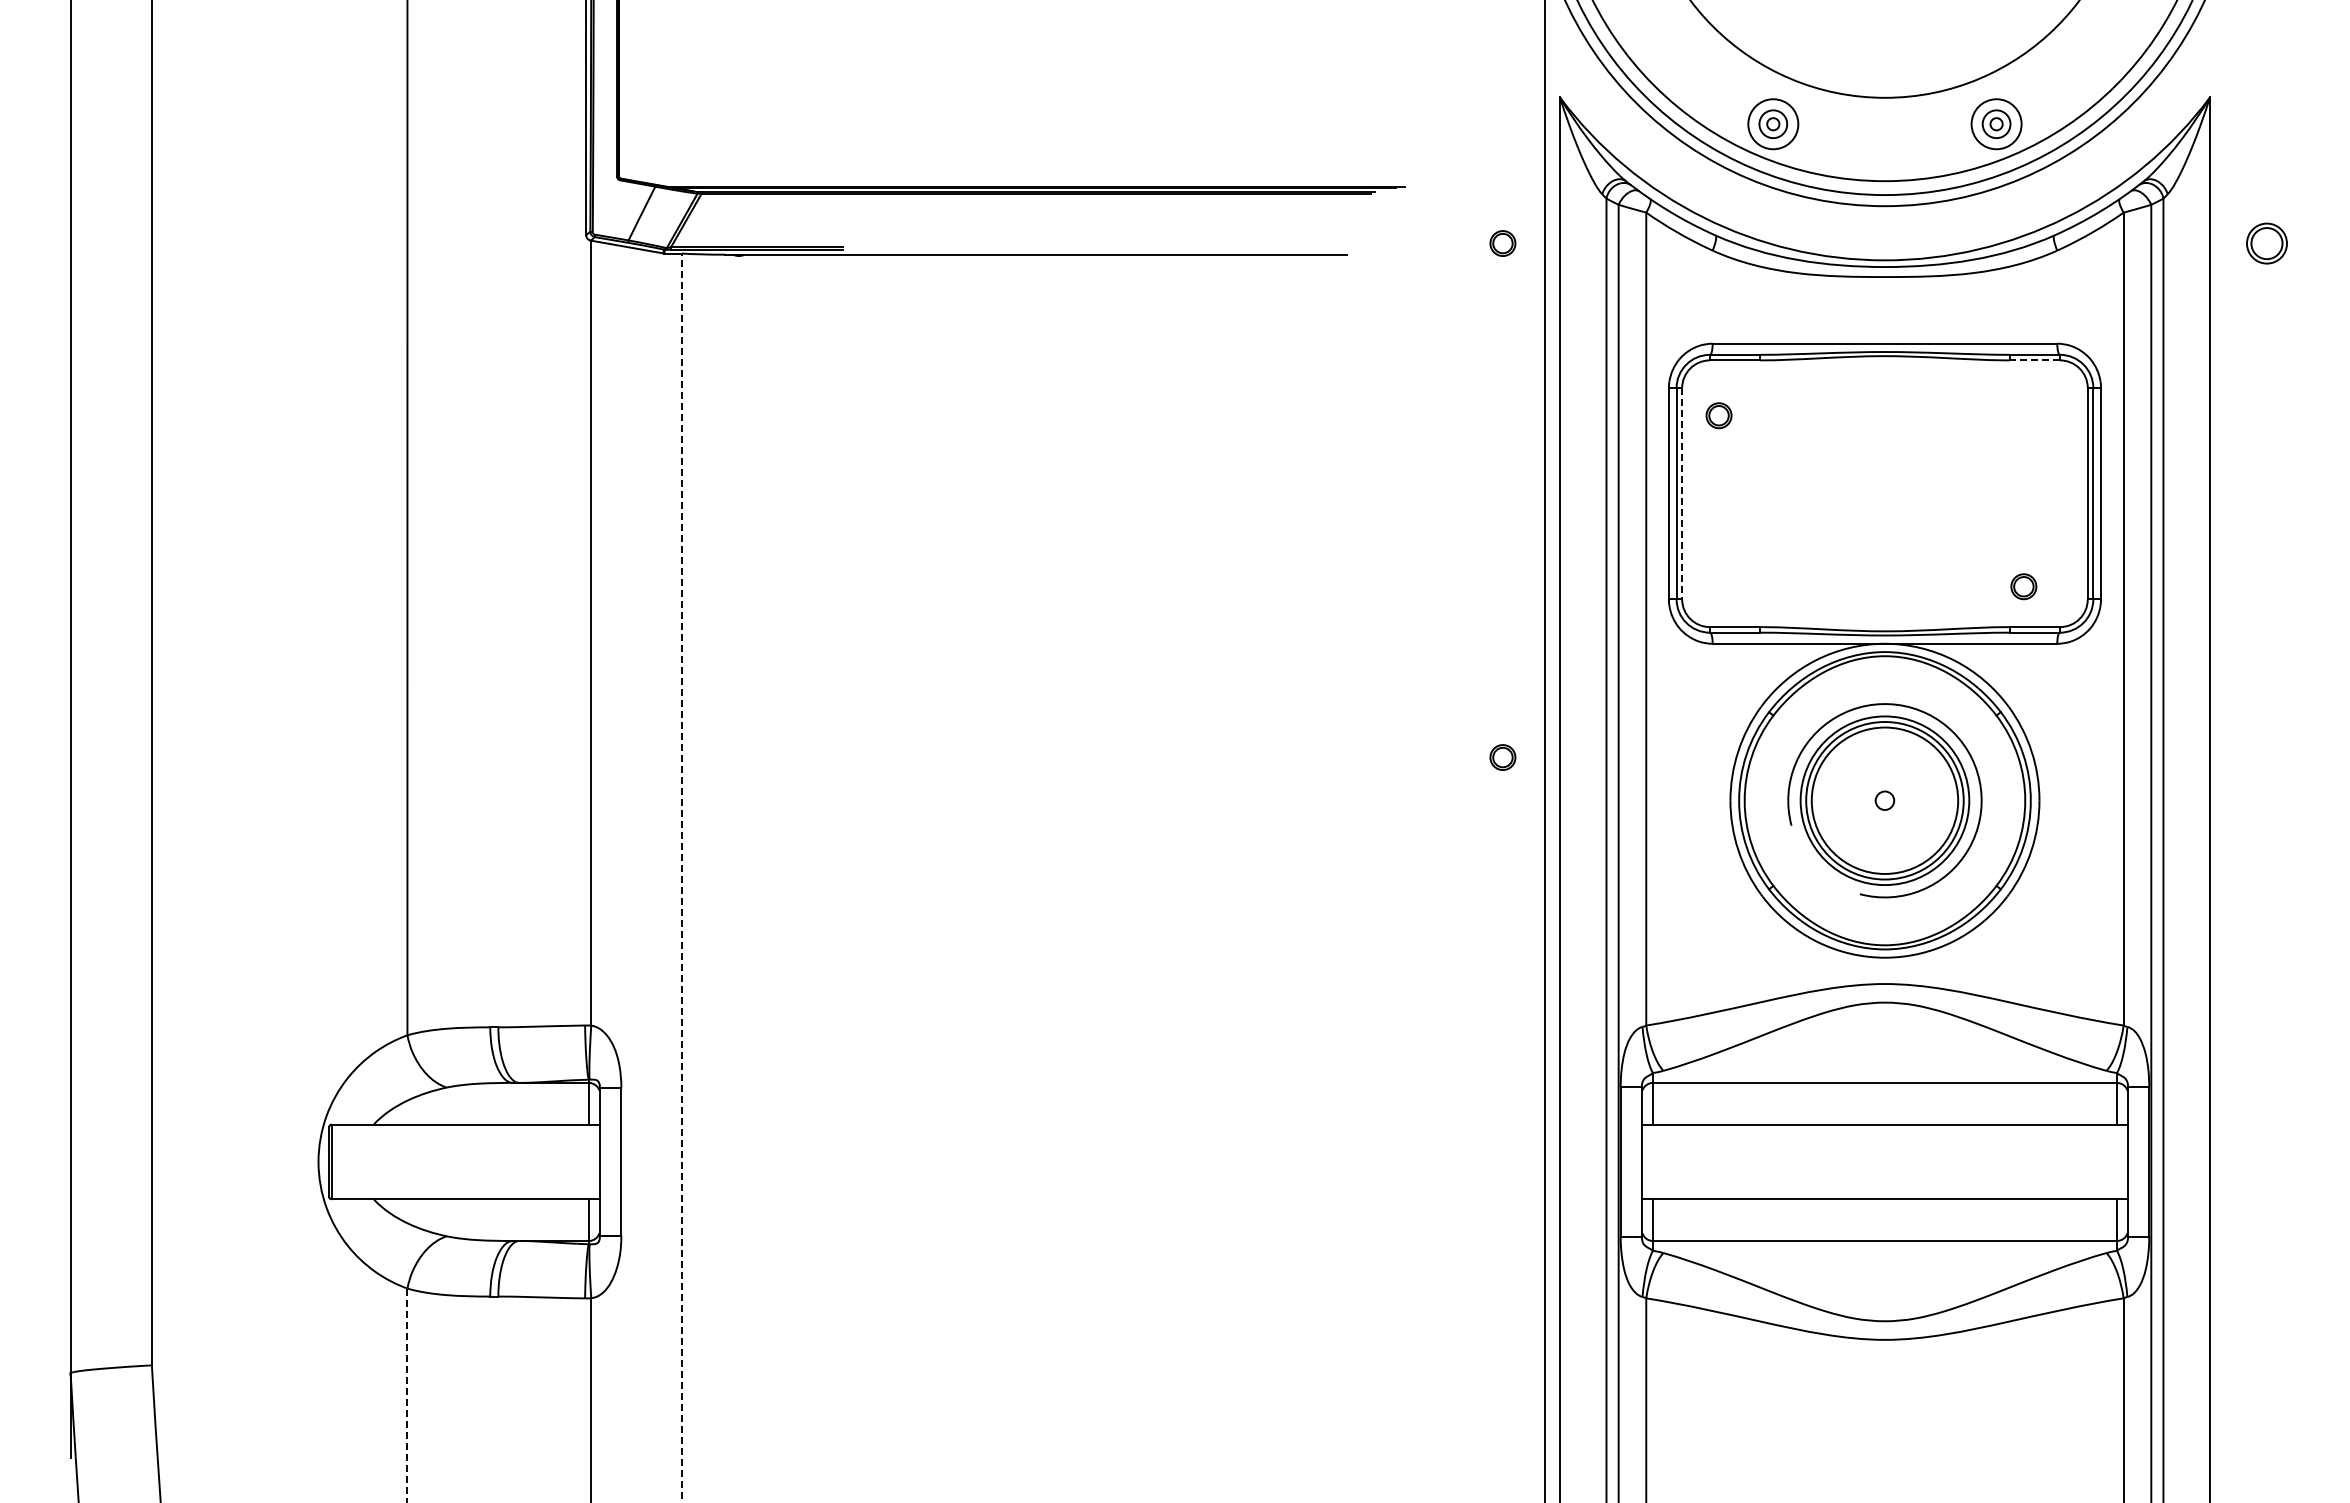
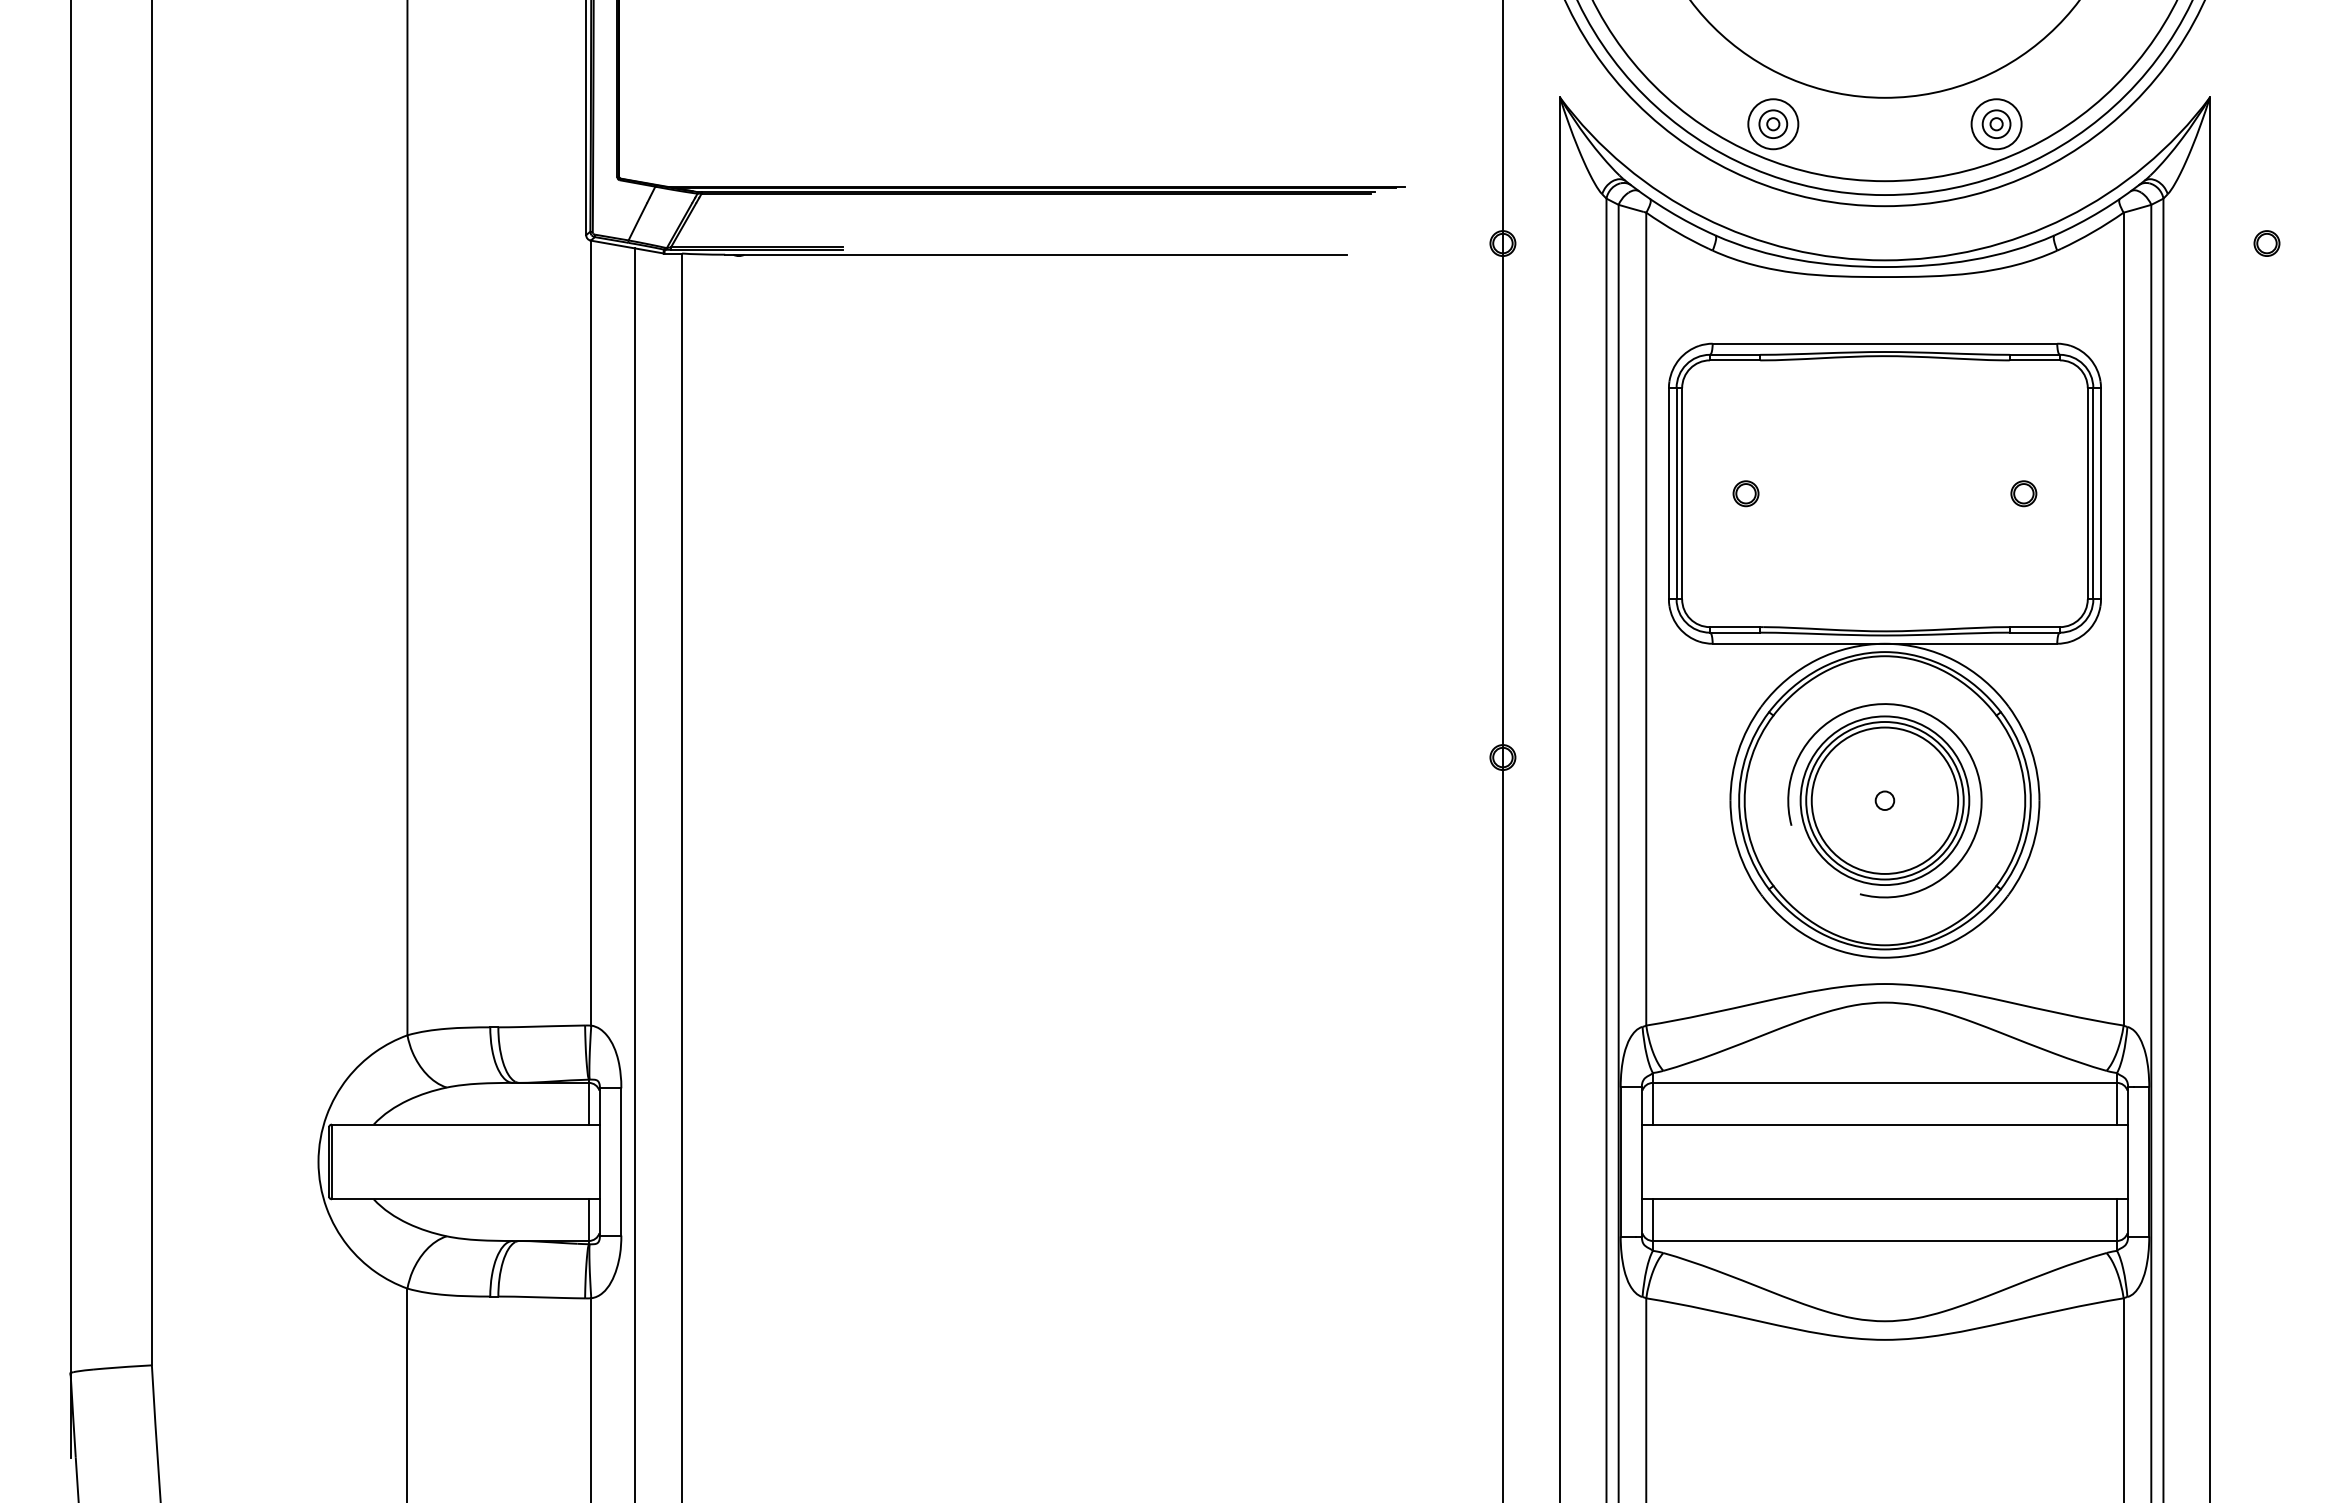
part at (2266, 243) size: 42x43 px -> 28x27 px
line at (2034, 360): dashed -> solid
part at (1718, 415) position: (1718, 415) -> (1745, 493)
line at (1682, 493): dashed -> solid
part at (2023, 586) position: (2023, 586) -> (2023, 493)
line at (1544, 750) position: (1544, 750) -> (1502, 750)
line at (635, 873): none -> present
line at (682, 878): dashed -> solid
line at (407, 1395): dashed -> solid
